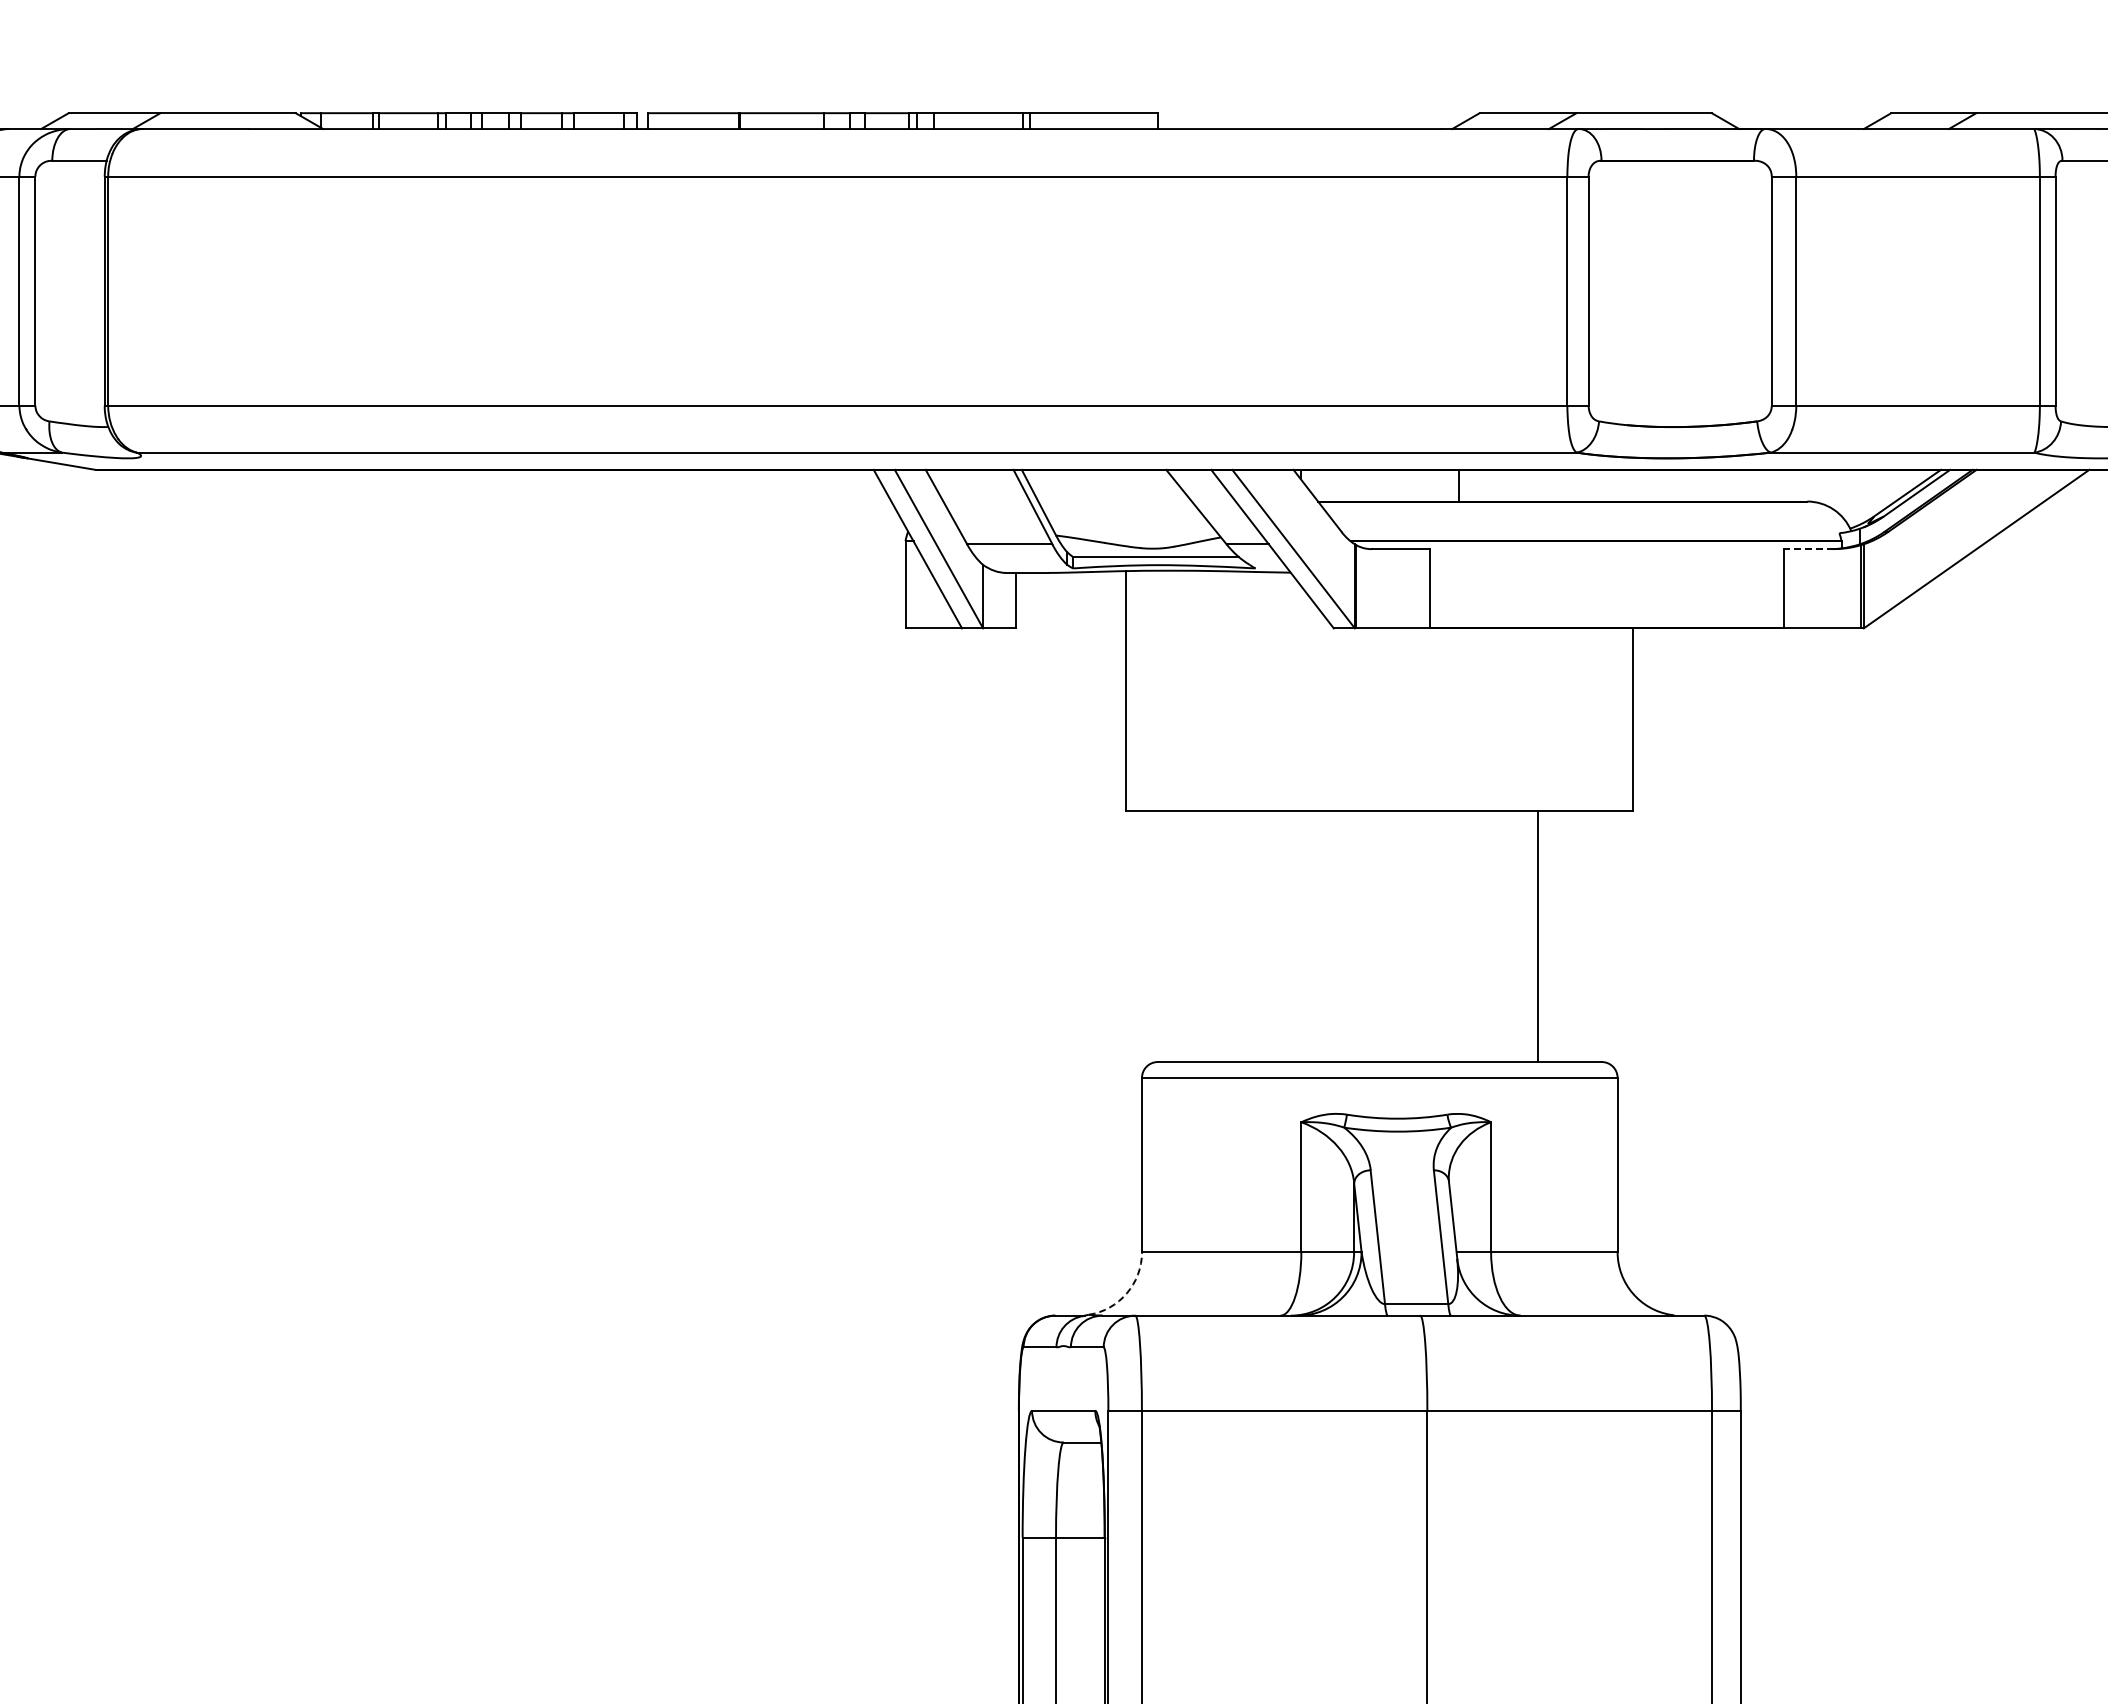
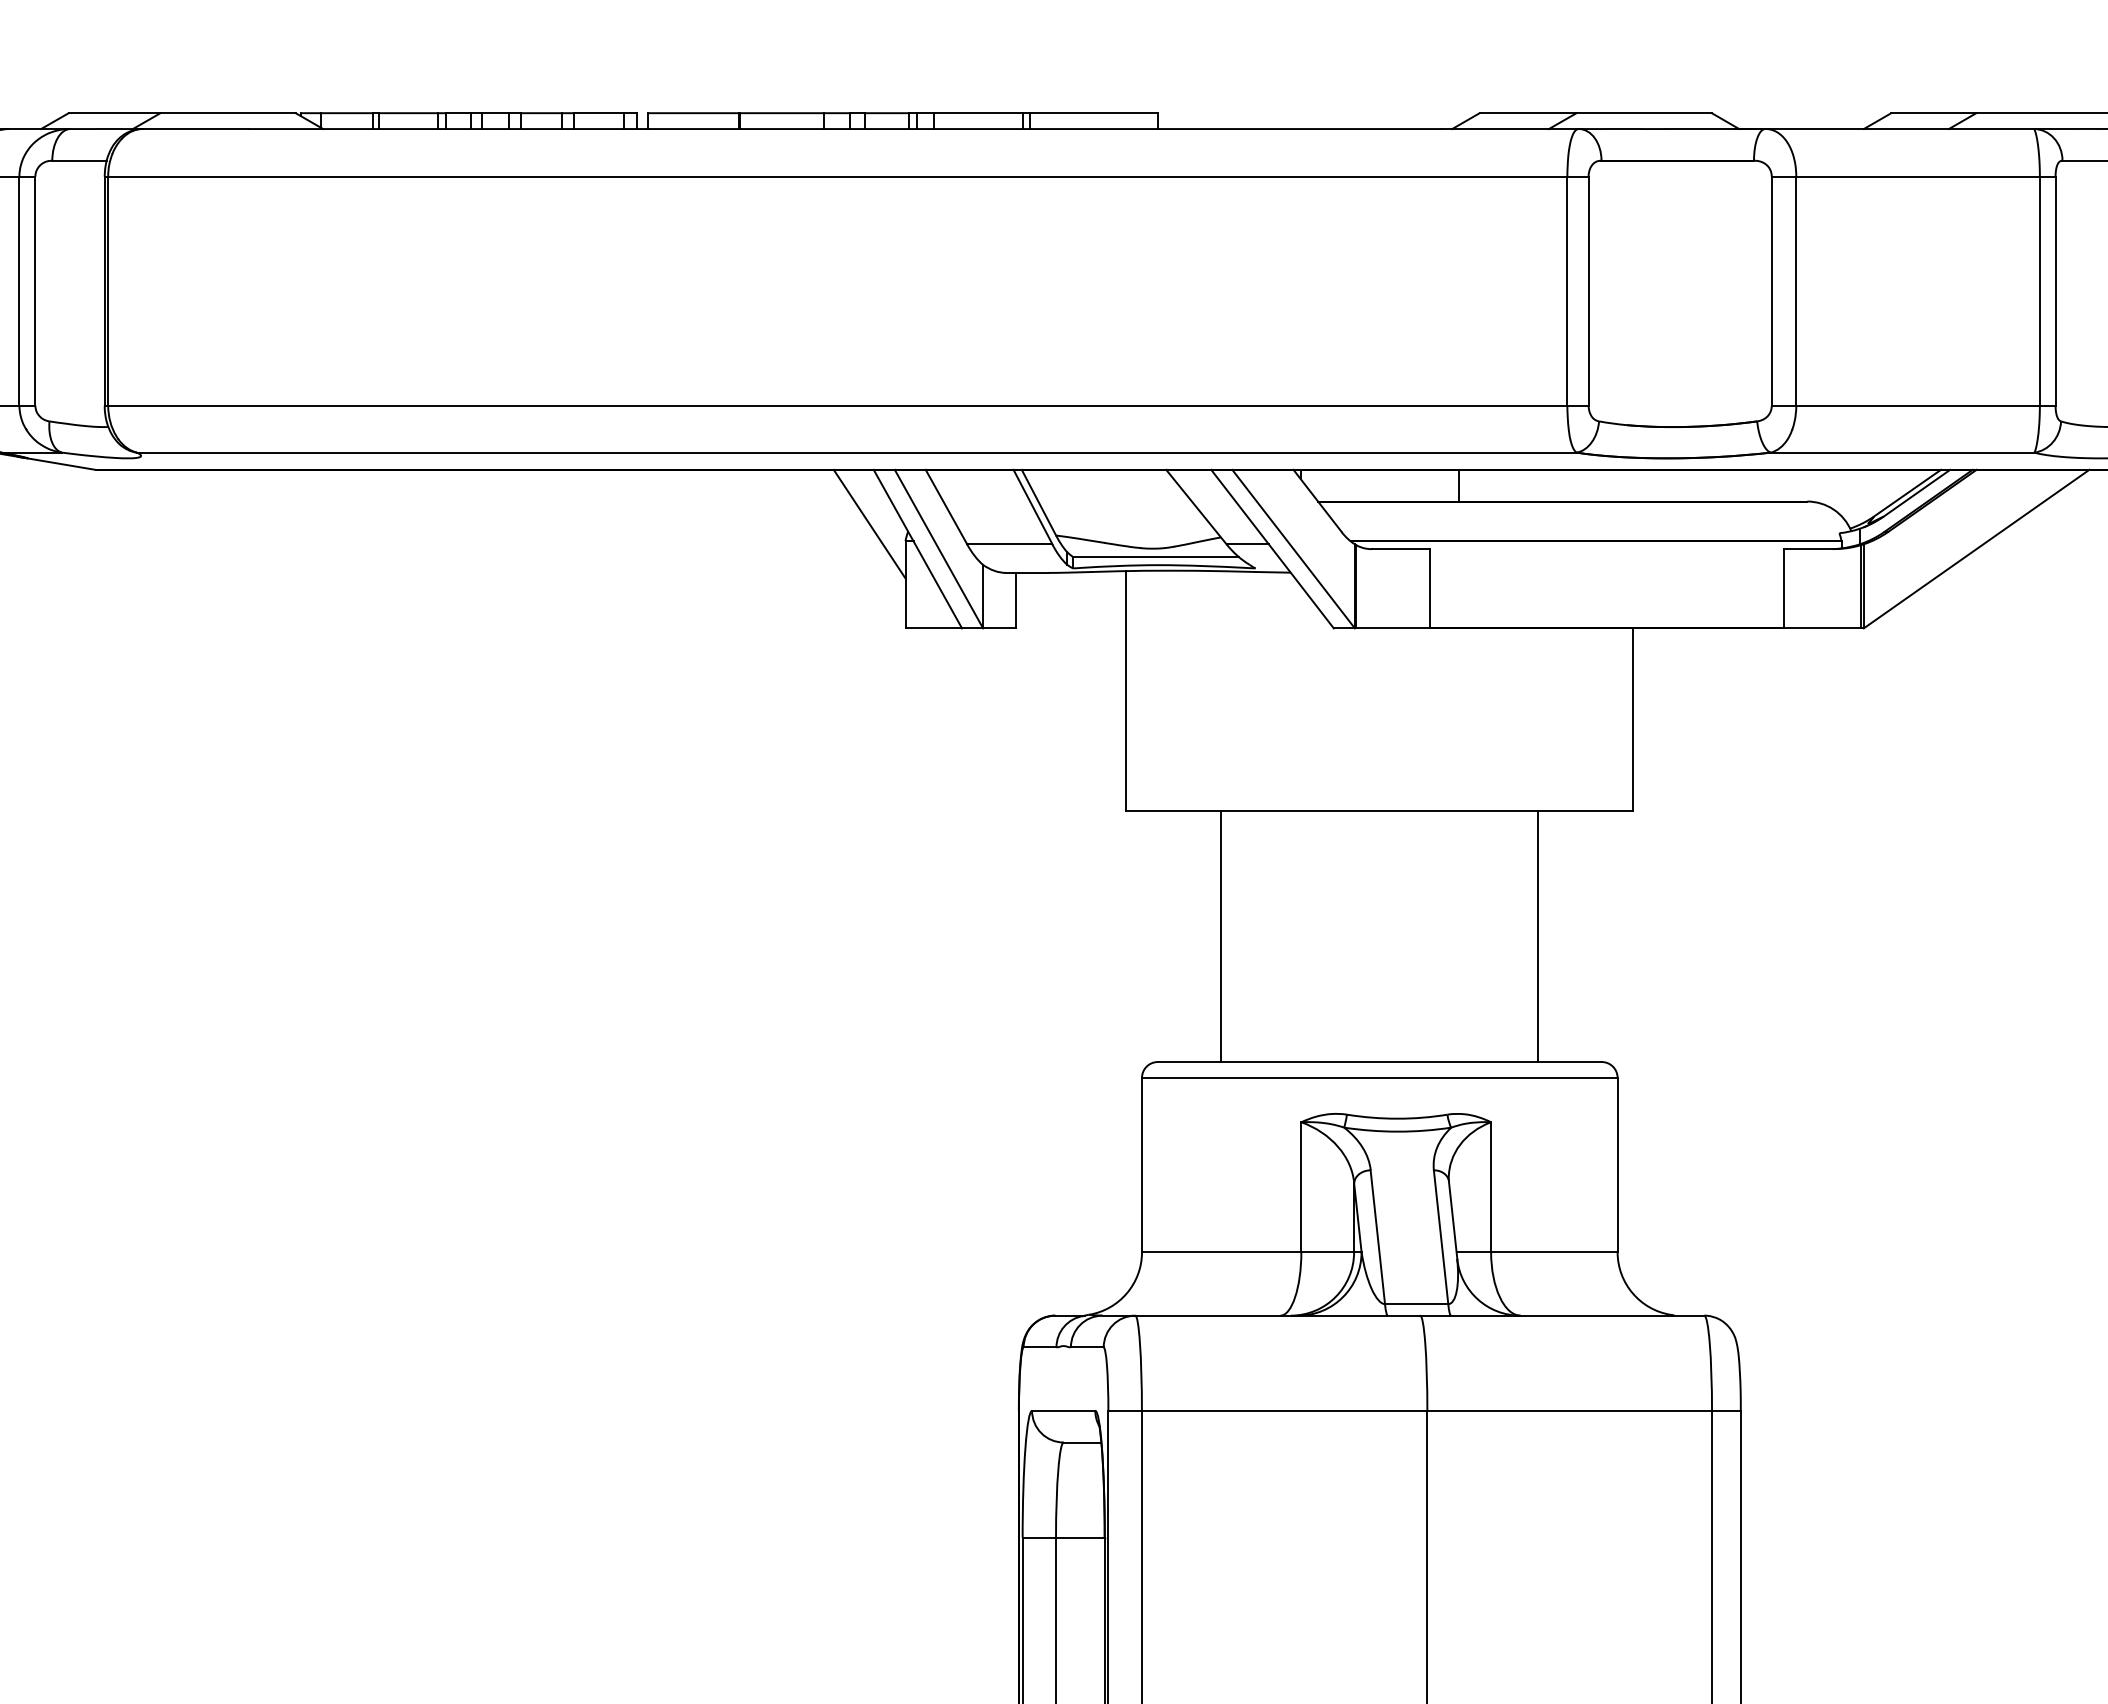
line at (869, 523): none -> present
line at (1808, 549): dashed -> solid
line at (1221, 936): none -> present
arc at (1126, 1293): dashed -> solid
